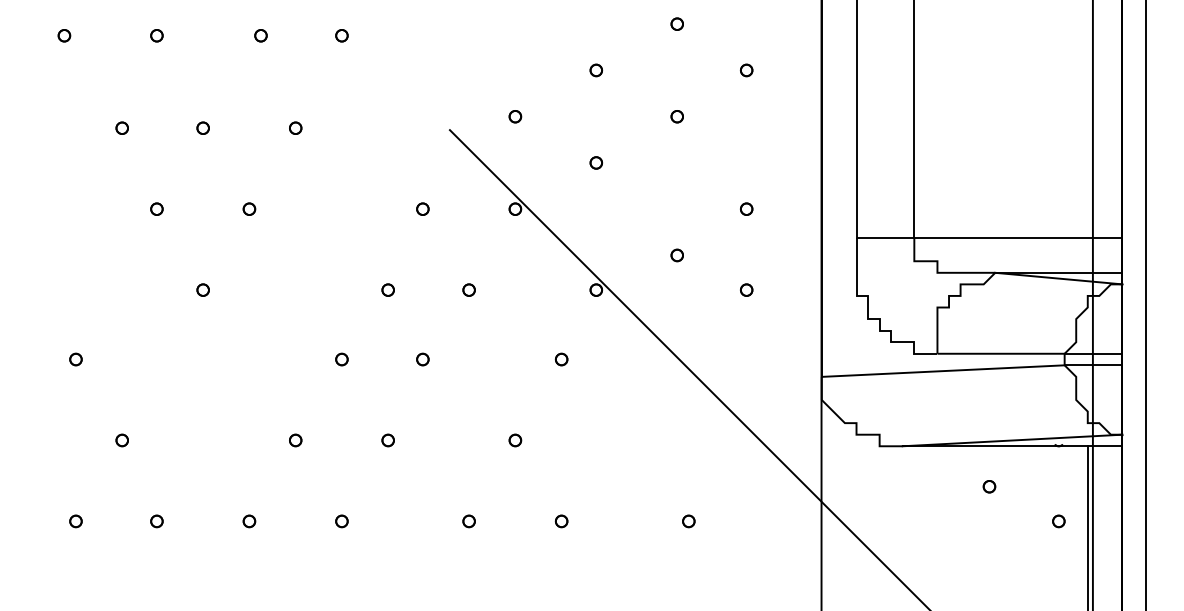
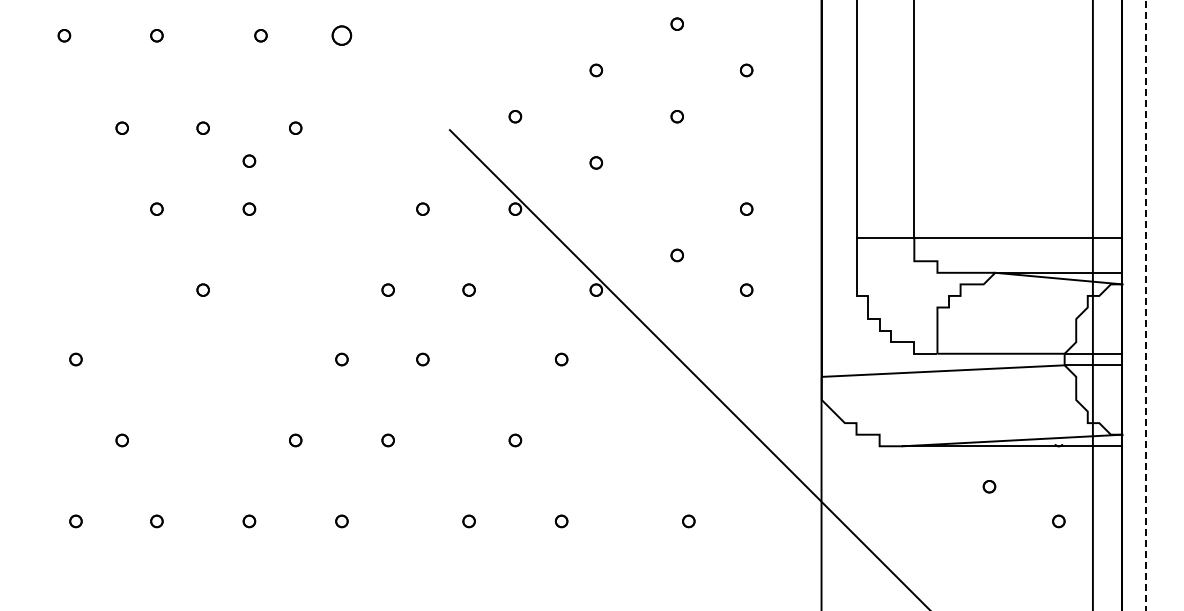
part at (341, 35) size: 14x14 px -> 22x21 px
part at (249, 160): none -> present
line at (1145, 305): solid -> dashed
line at (1087, 526): present -> none
